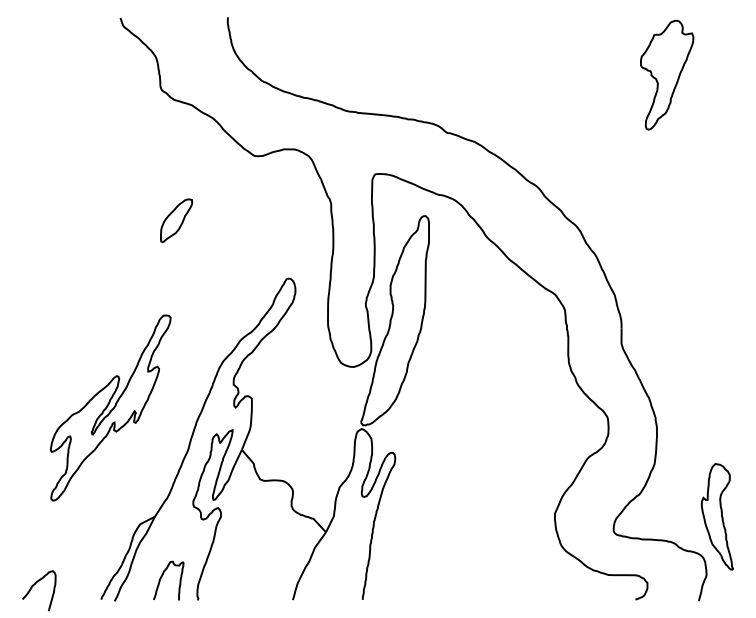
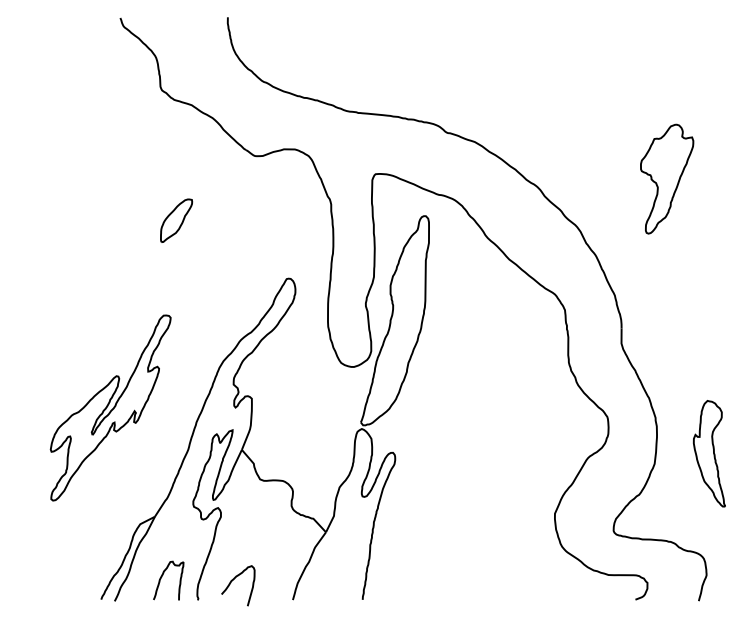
part at (667, 74) position: (667, 74) -> (667, 178)
part at (716, 516) position: (716, 516) -> (708, 453)
curve at (34, 585) position: (34, 585) -> (233, 580)
